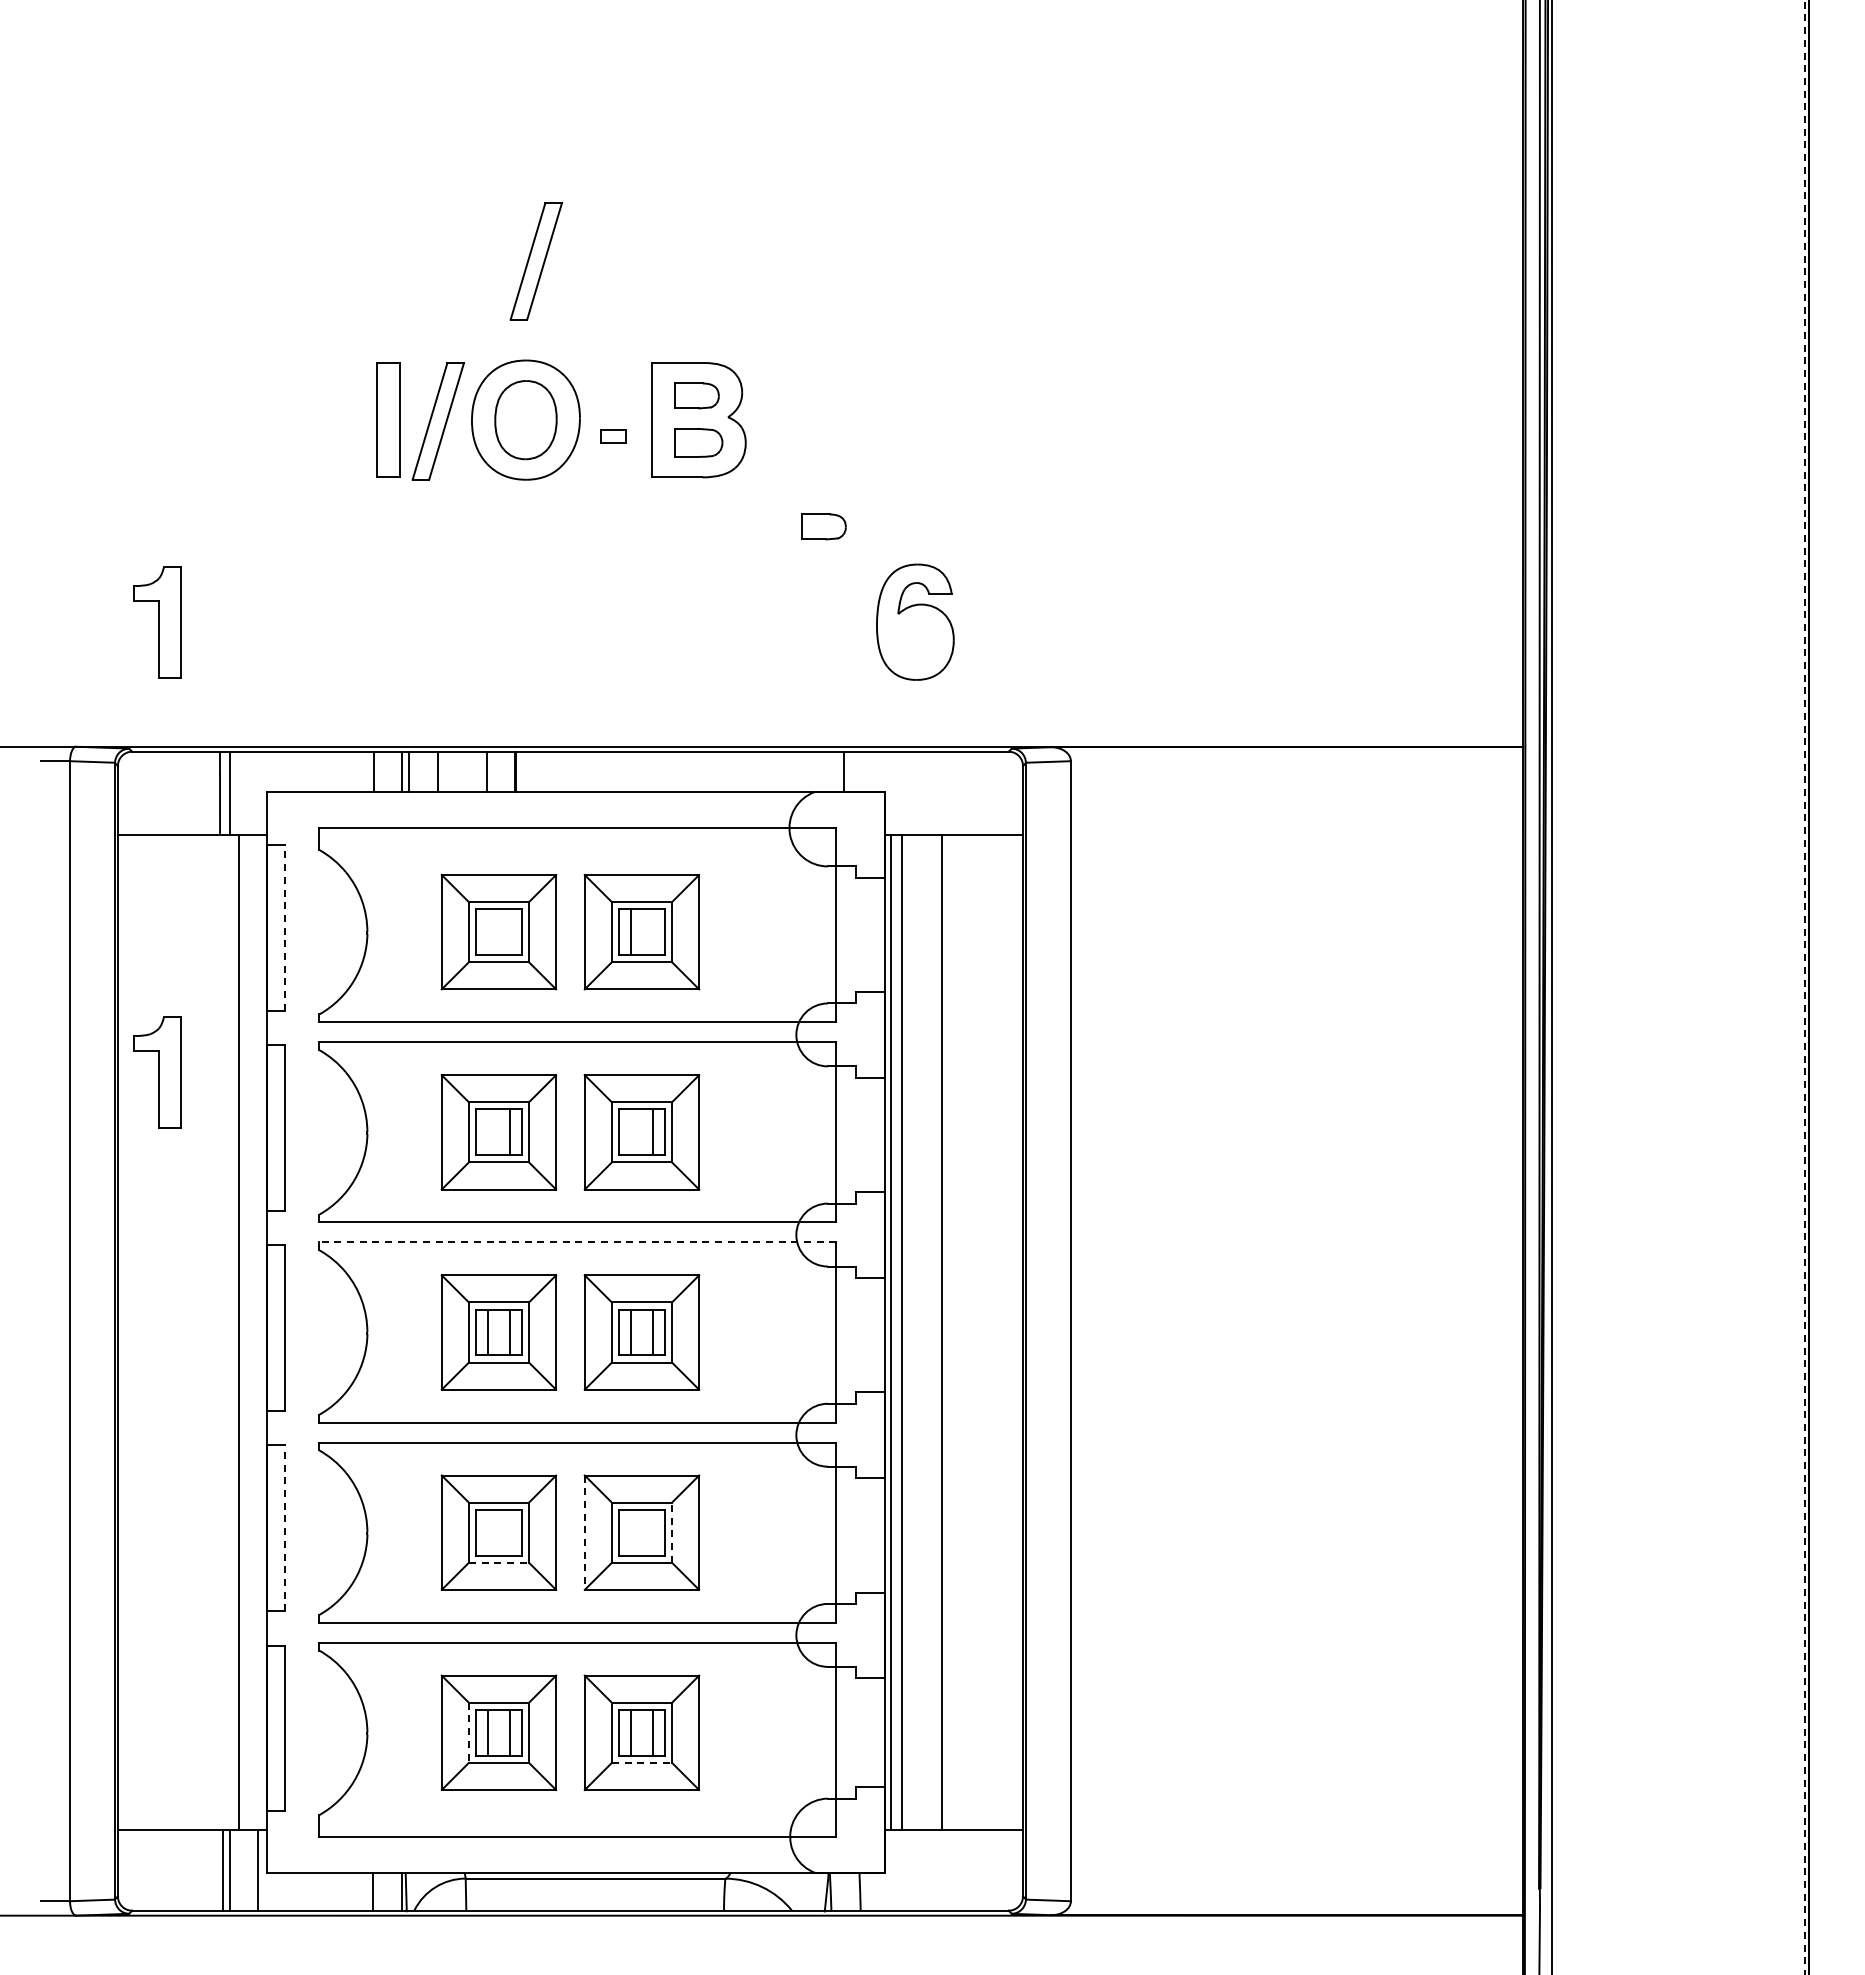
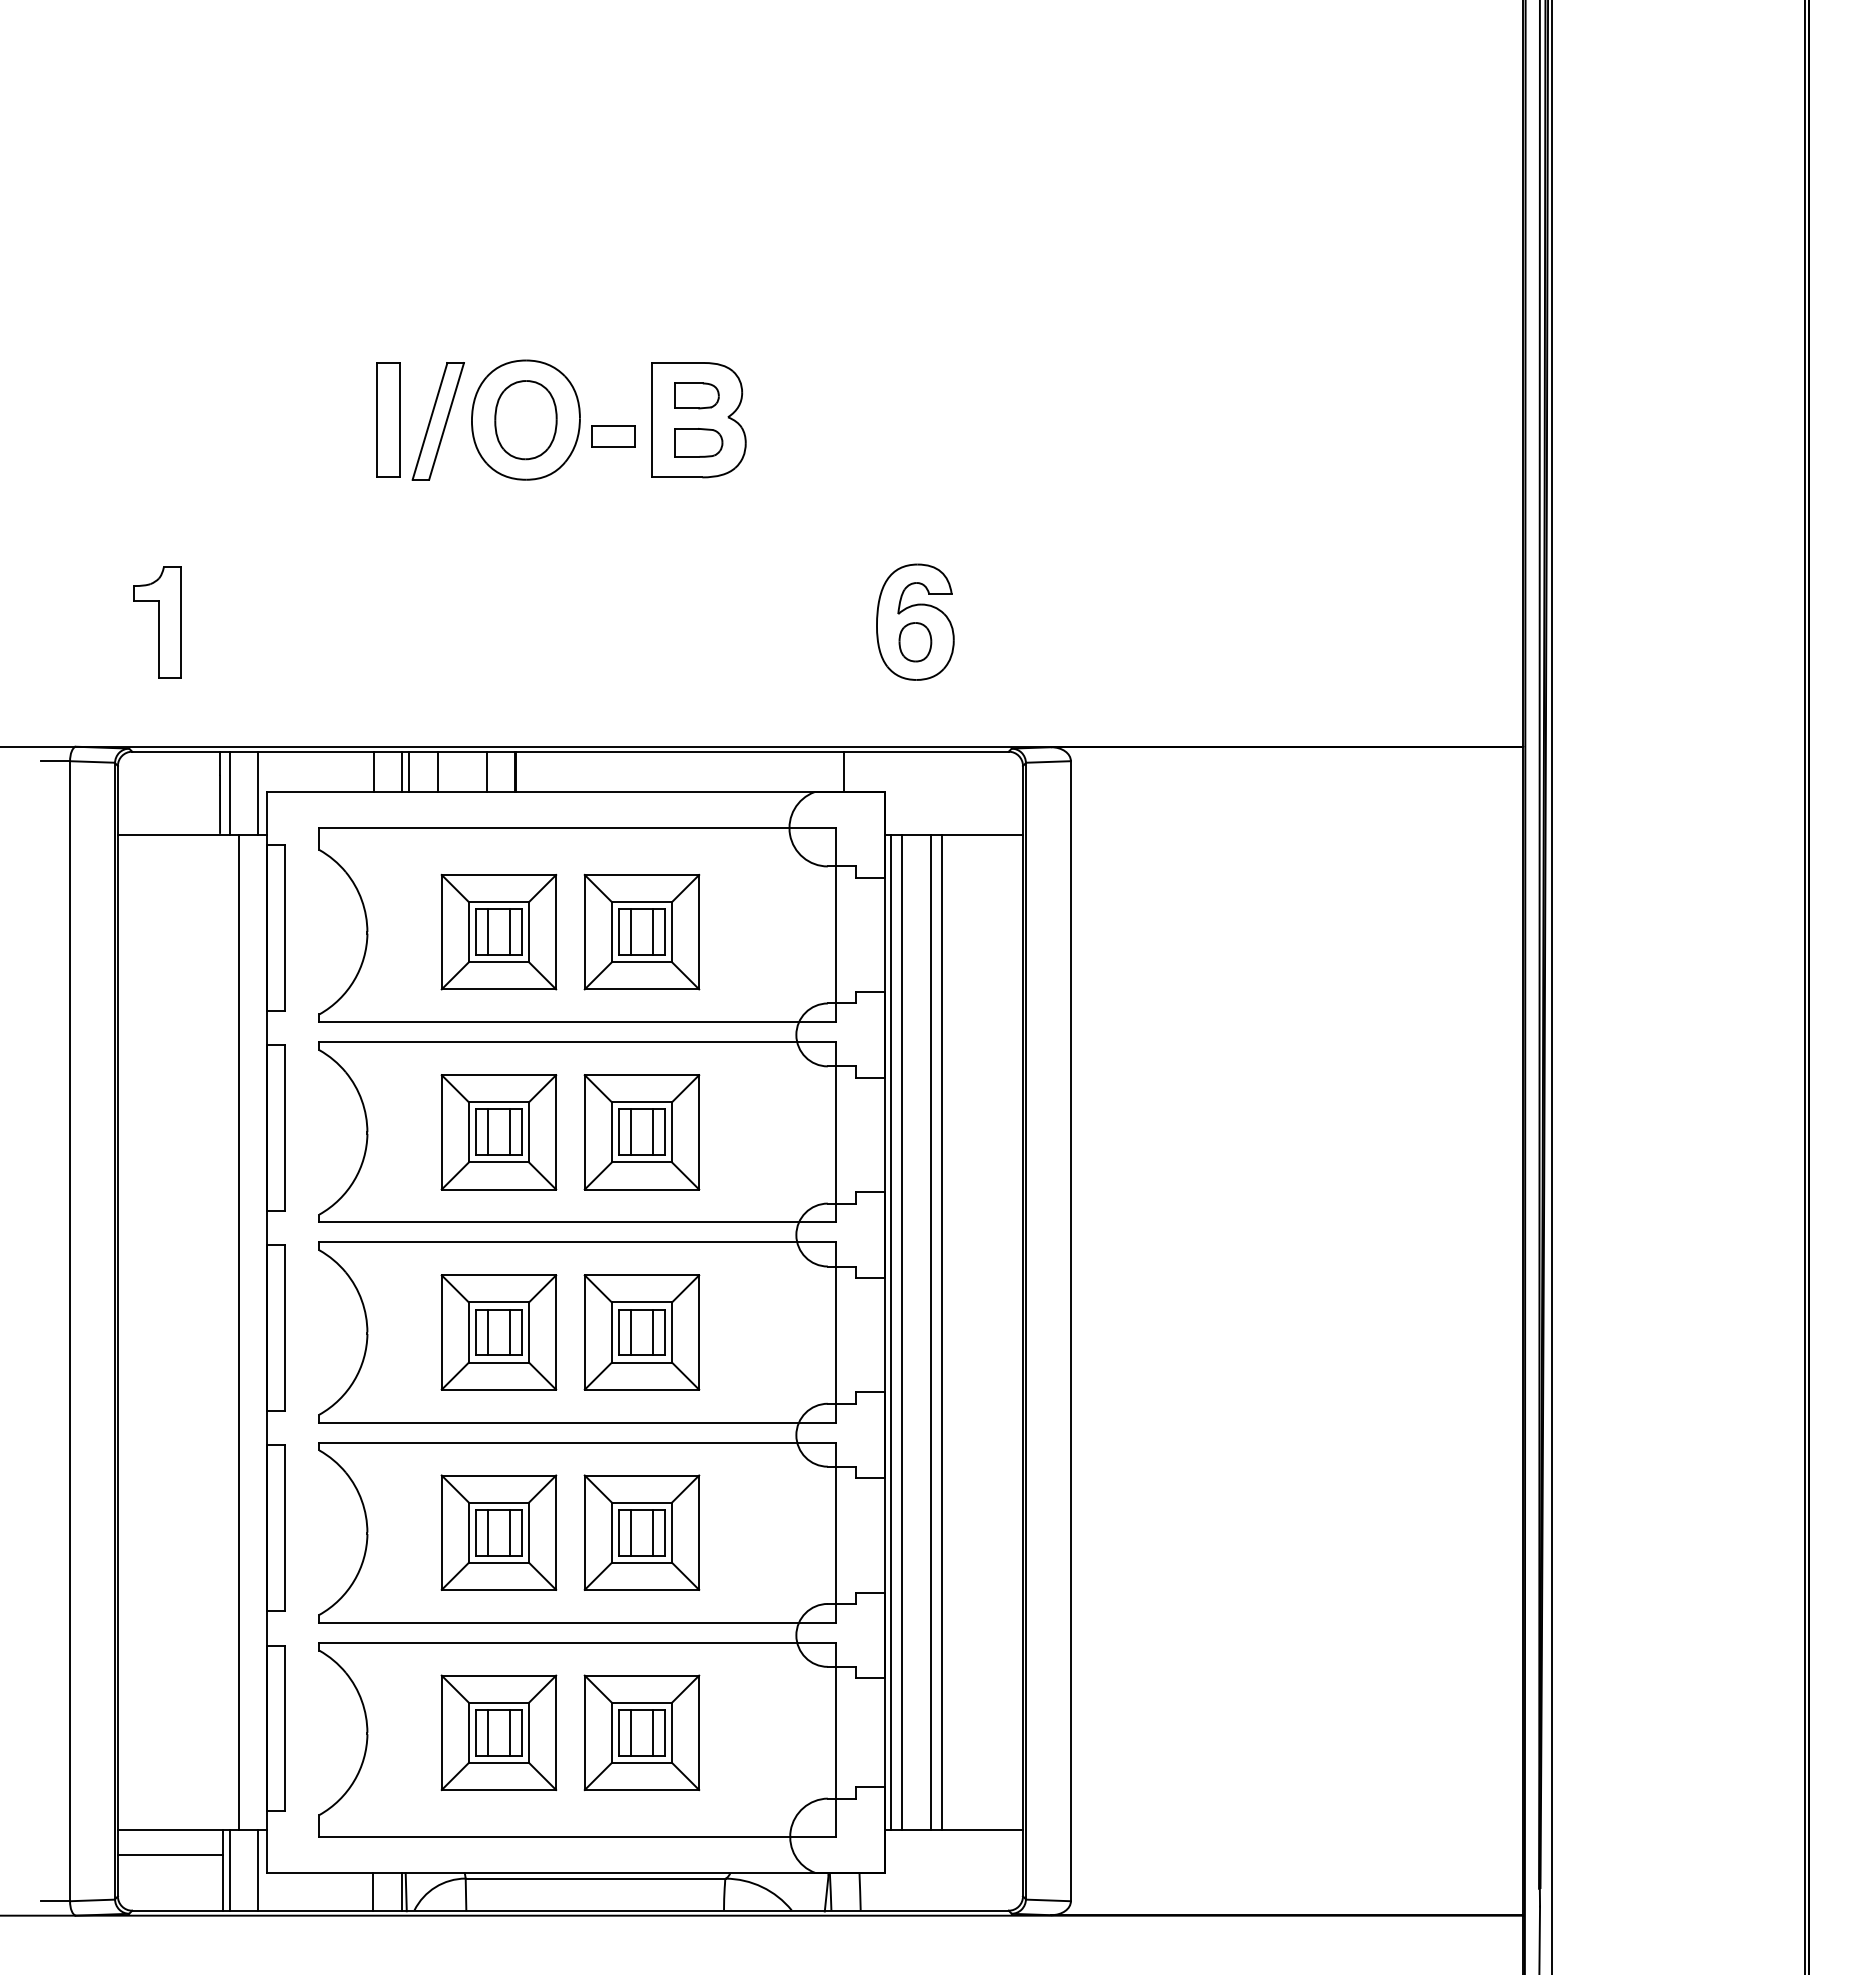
part at (535, 261): present -> none
part at (613, 436) size: 27x15 px -> 45x23 px
part at (823, 526): present -> none
part at (915, 642): none -> present
line at (258, 793): none -> present
line at (284, 927): dashed -> solid
line at (487, 932): none -> present
line at (510, 932): none -> present
line at (653, 932): none -> present
line at (1804, 986): dashed -> solid
part at (157, 1072): present -> none
line at (487, 1132): none -> present
line at (630, 1132): none -> present
line at (577, 1242): dashed -> solid
line at (930, 1332): none -> present
line at (284, 1528): dashed -> solid
line at (487, 1532): none -> present
line at (510, 1532): none -> present
line at (630, 1532): none -> present
line at (653, 1532): none -> present
line at (672, 1532): dashed -> solid
line at (584, 1533): dashed -> solid
line at (499, 1562): dashed -> solid
line at (468, 1733): dashed -> solid
line at (642, 1762): dashed -> solid
line at (169, 1854): none -> present
